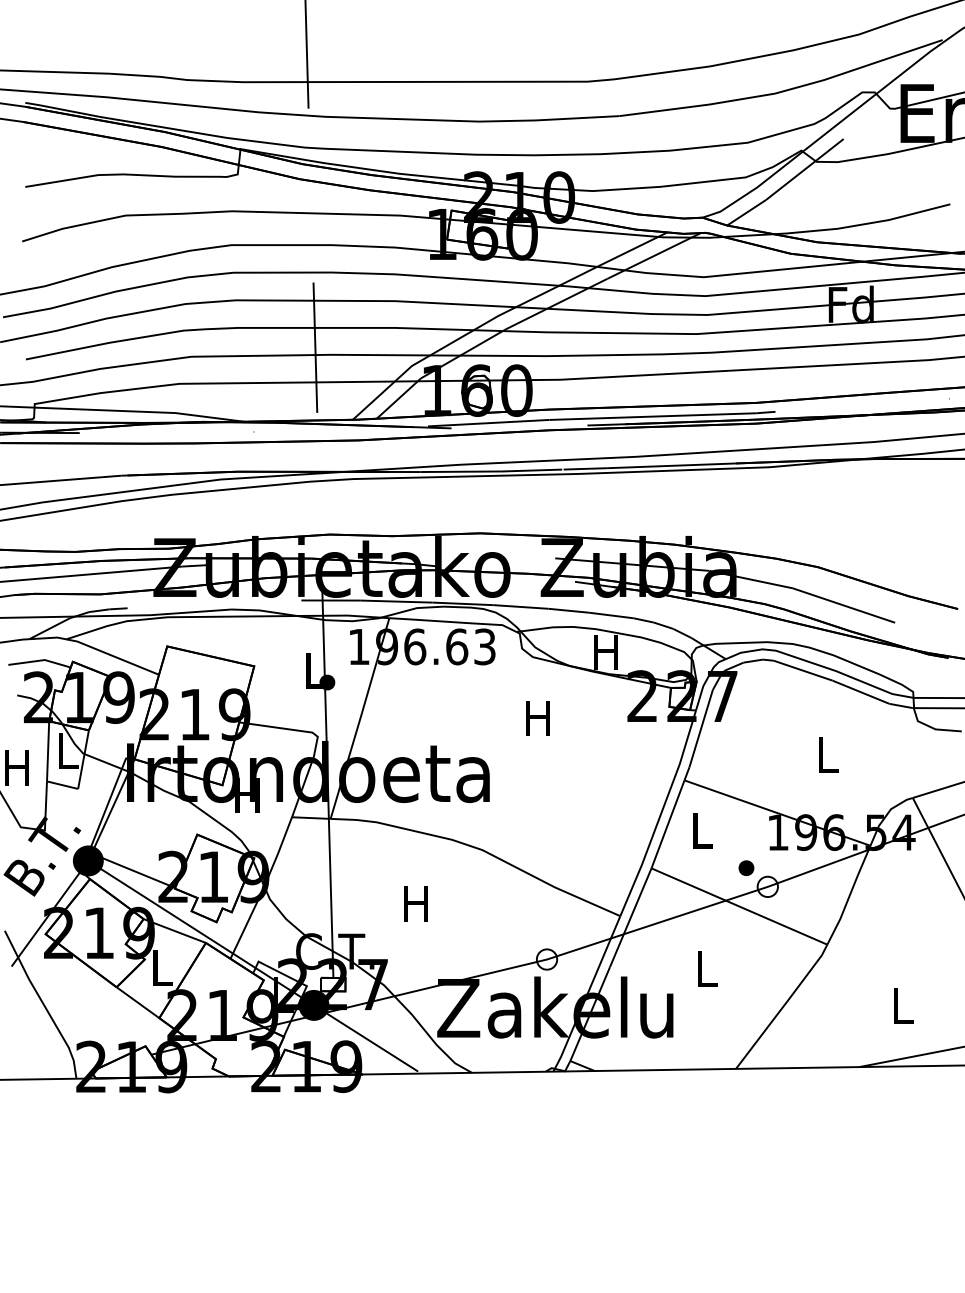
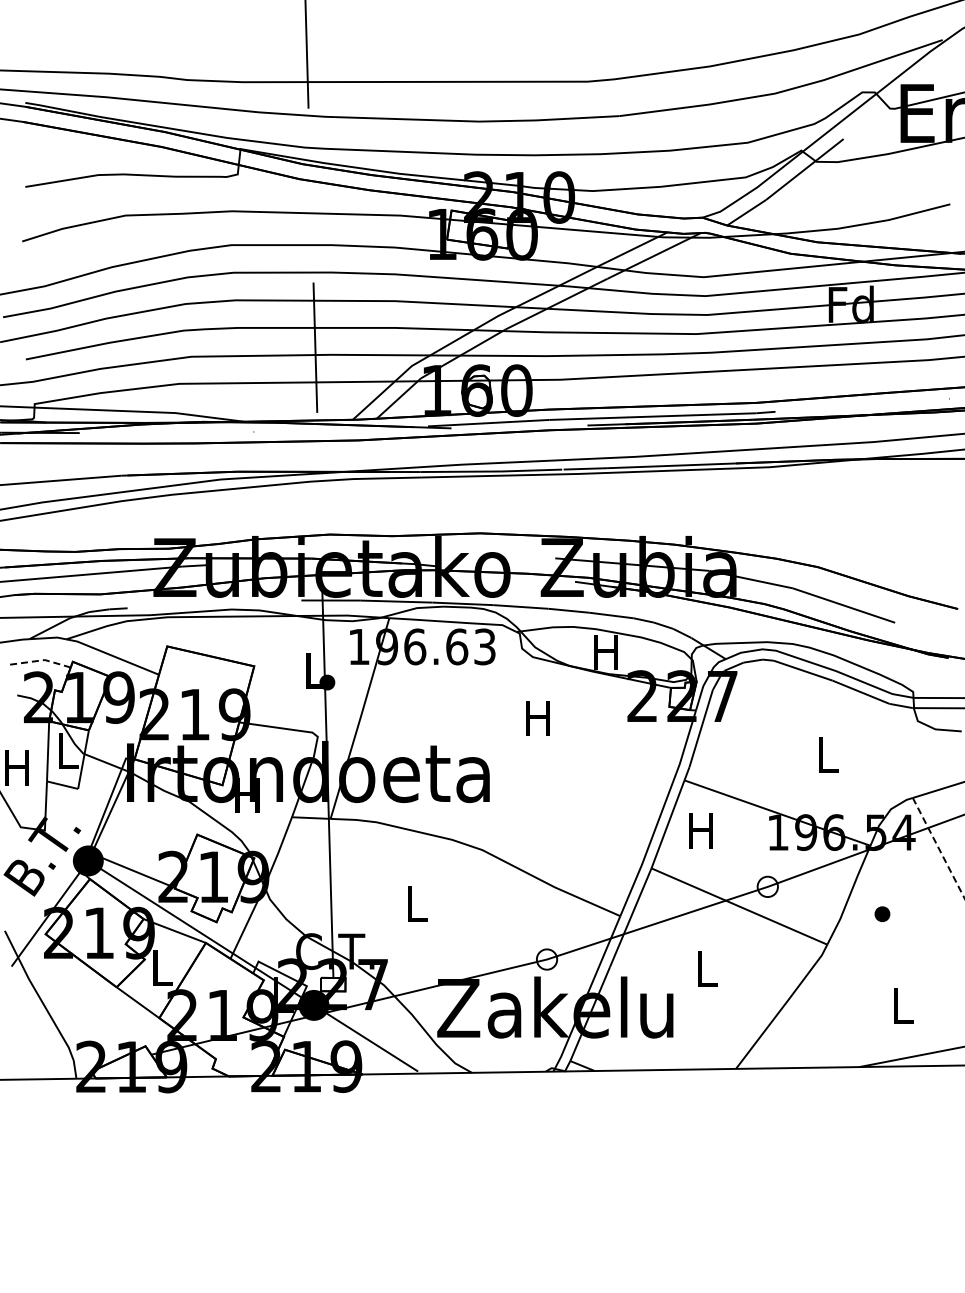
line at (39, 660): solid -> dashed
text at (700, 830): L -> H
line at (938, 848): solid -> dashed
part at (746, 867) position: (746, 867) -> (882, 913)
text at (415, 903): H -> L
